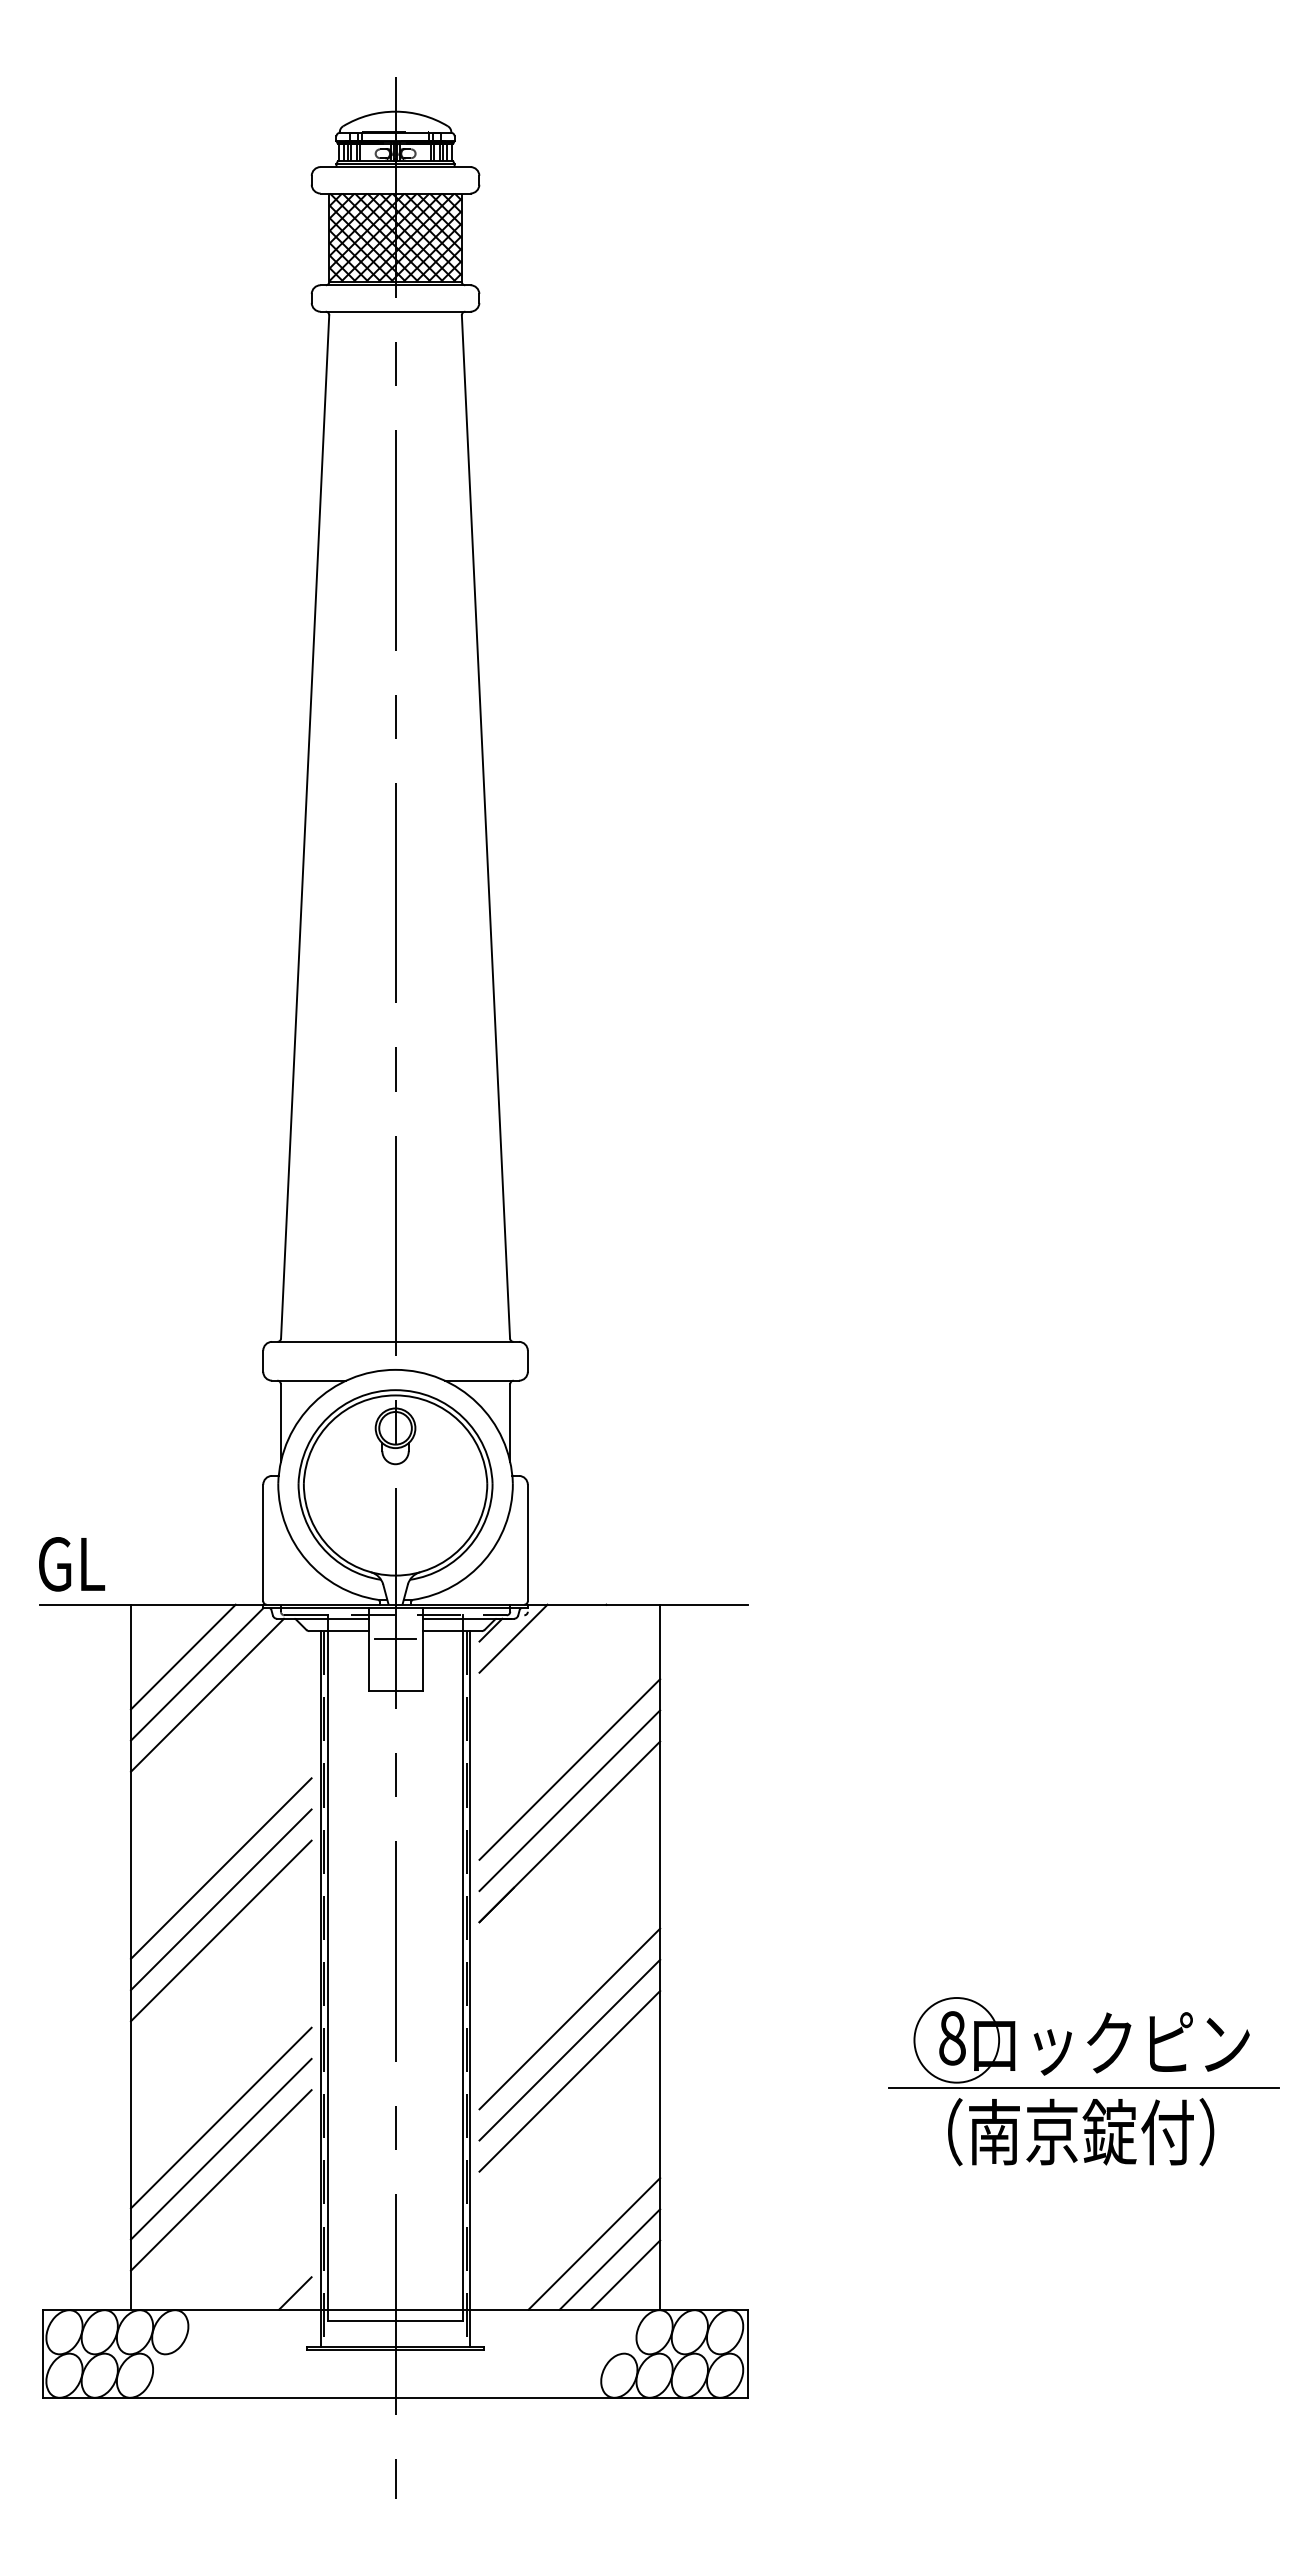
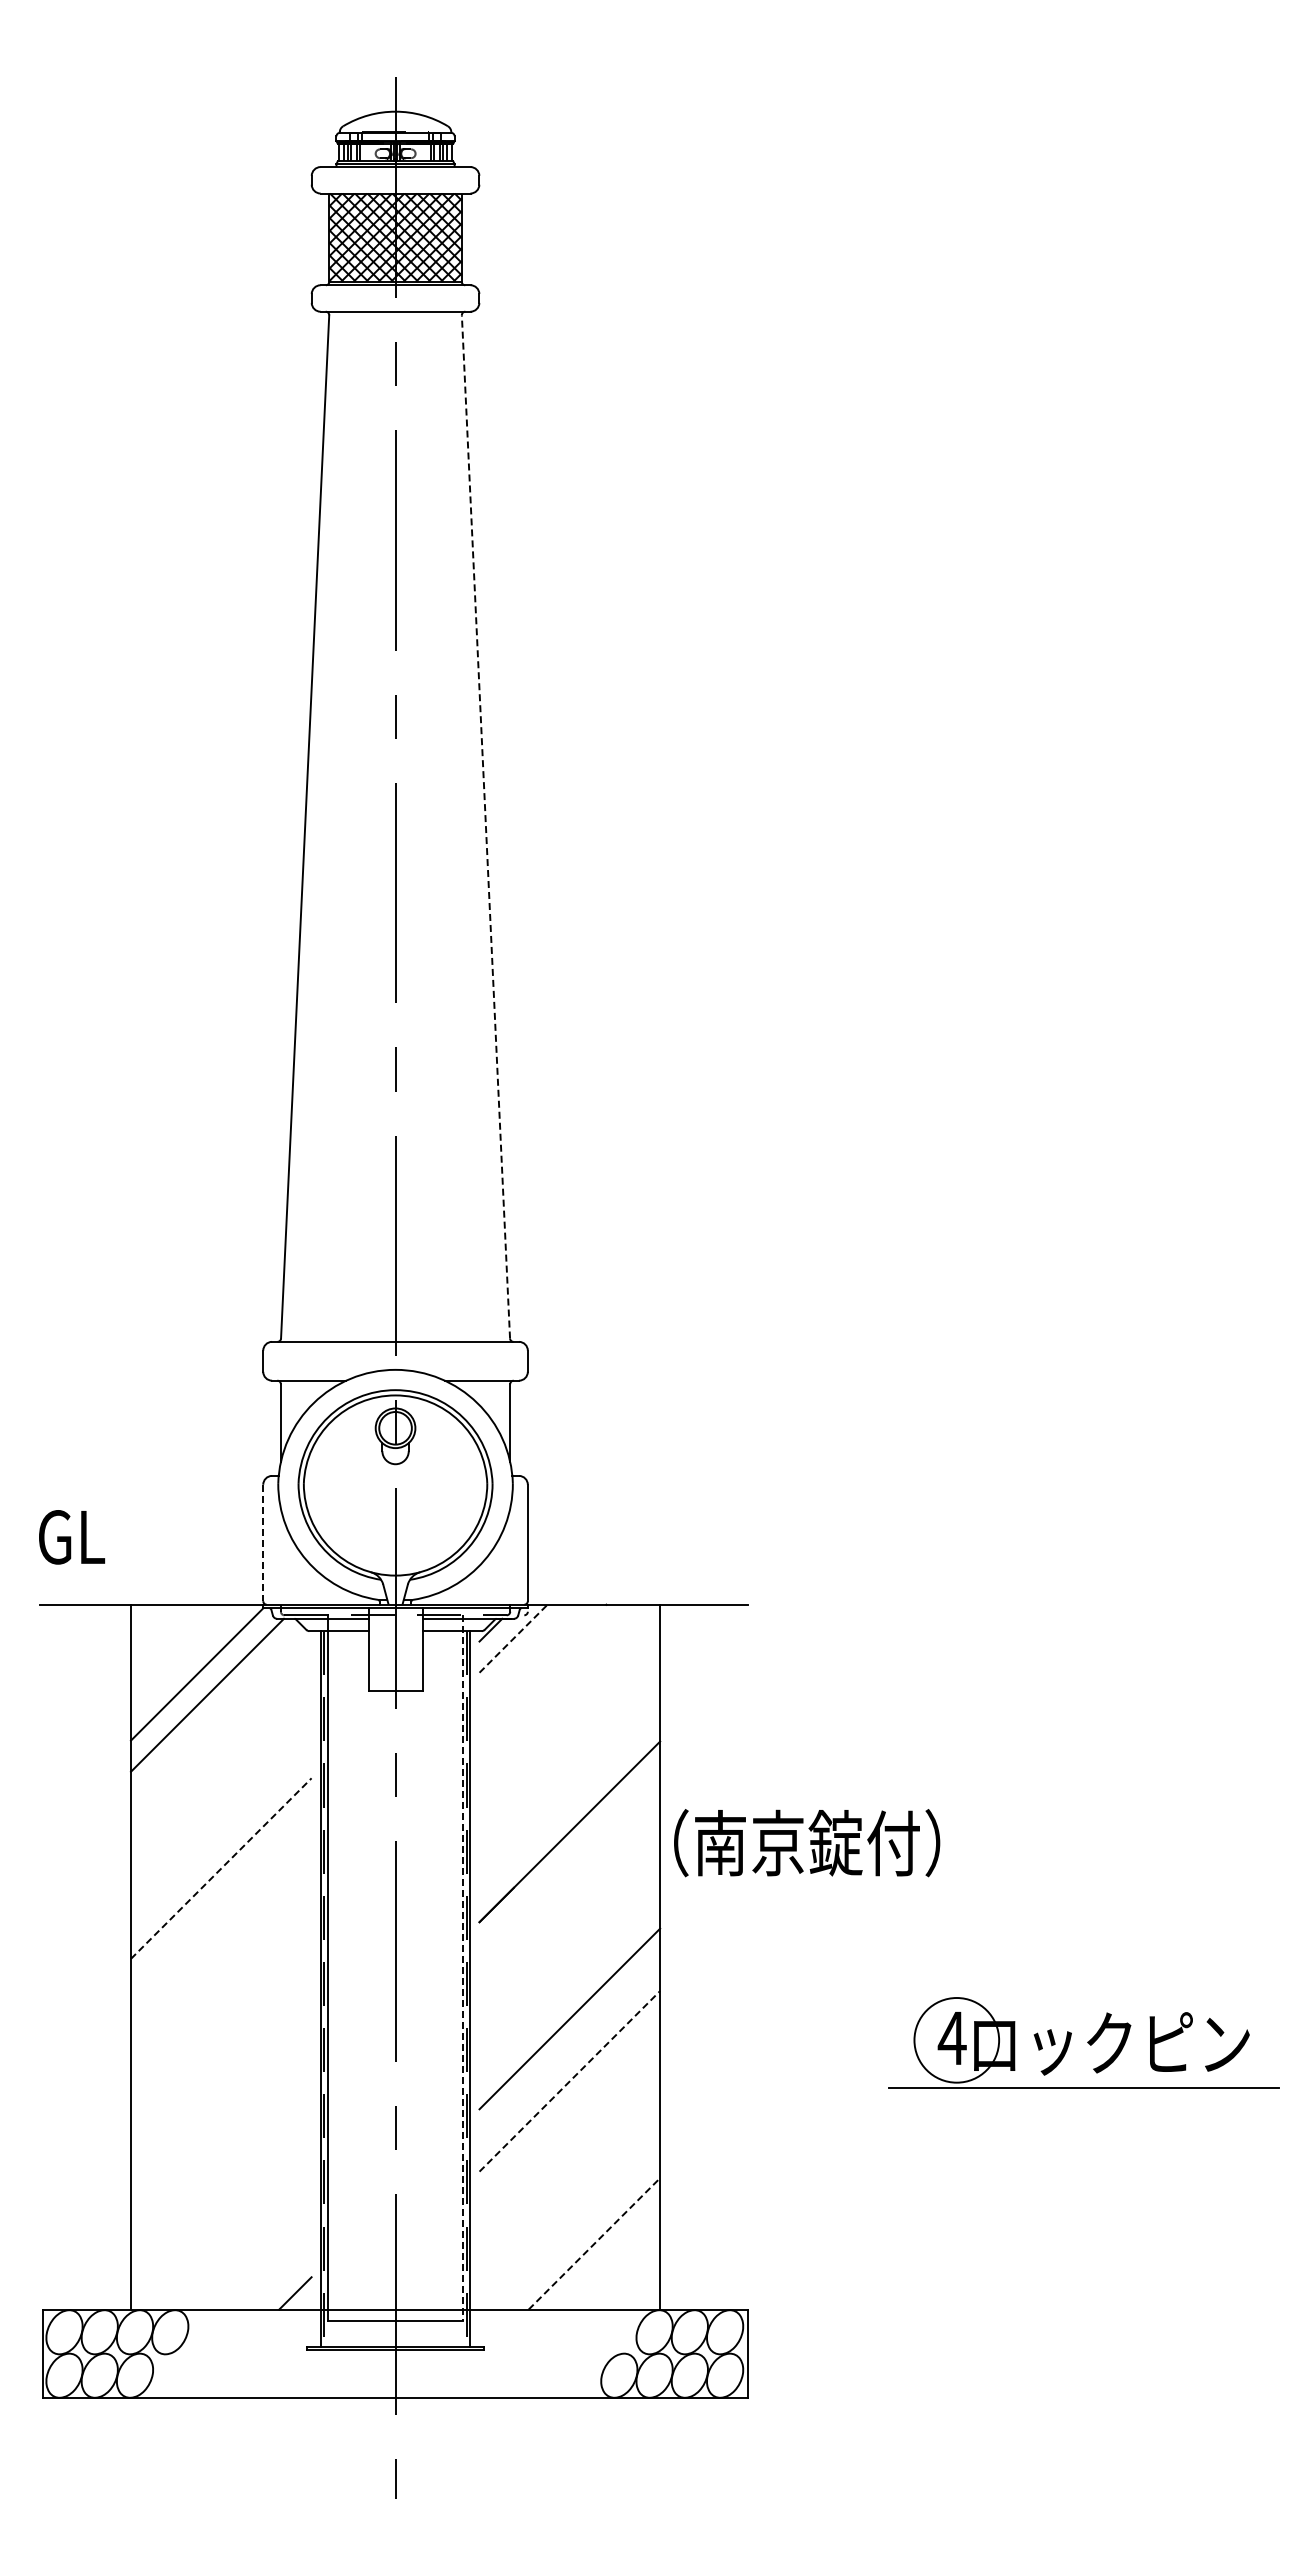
line at (485, 826): solid -> dashed
line at (263, 1543): solid -> dashed
text at (72, 1564) position: (72, 1564) -> (72, 1537)
line at (513, 1638): solid -> dashed
line at (395, 1639): present -> none
line at (182, 1656): present -> none
line at (569, 1769): present -> none
line at (569, 1800): present -> none
line at (221, 1868): solid -> dashed
line at (220, 1899): present -> none
line at (220, 1930): present -> none
line at (462, 1968): solid -> dashed
text at (951, 2038): 8 -> 4
line at (569, 2049): present -> none
line at (569, 2081): solid -> dashed
line at (220, 2117): present -> none
text at (1081, 2132) position: (1081, 2132) -> (807, 1843)
line at (220, 2148): present -> none
line at (220, 2180): present -> none
line at (594, 2243): solid -> dashed
line at (609, 2259): present -> none
line at (625, 2274): present -> none
